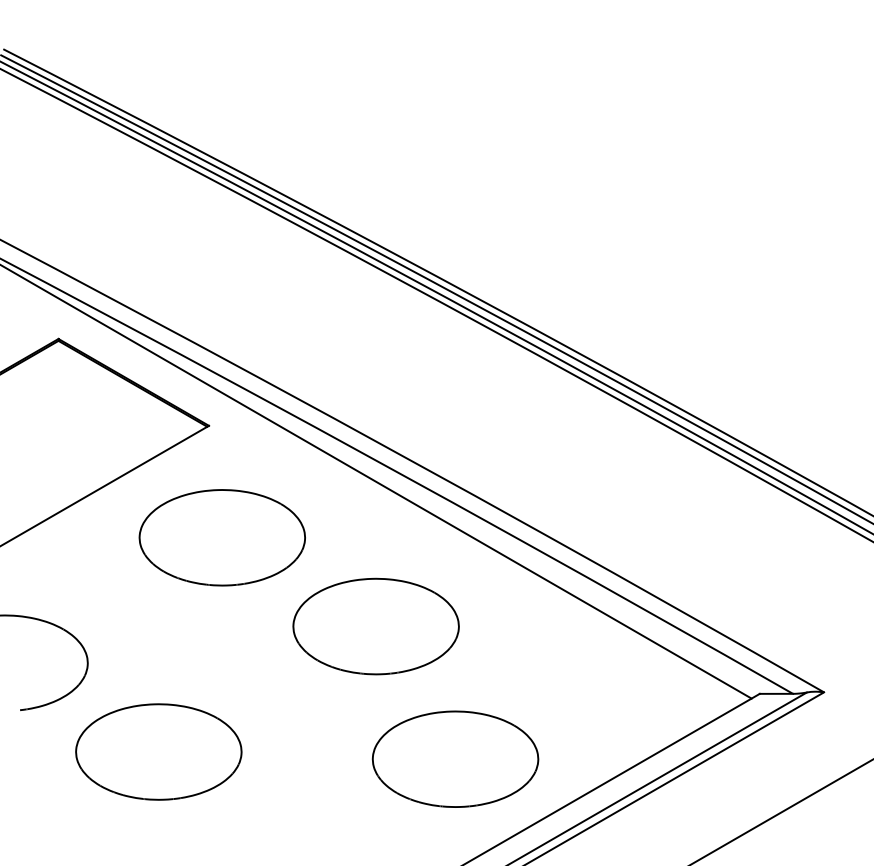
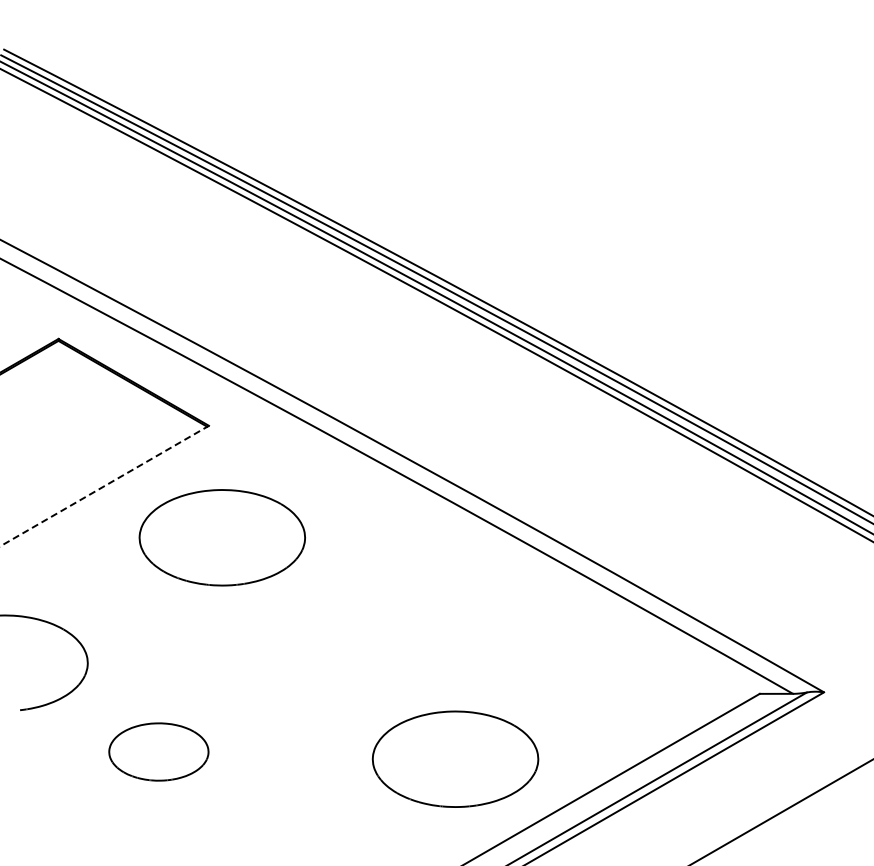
line at (376, 481): present -> none
line at (105, 485): solid -> dashed
part at (375, 626): present -> none
part at (158, 751) size: 168x98 px -> 102x60 px
